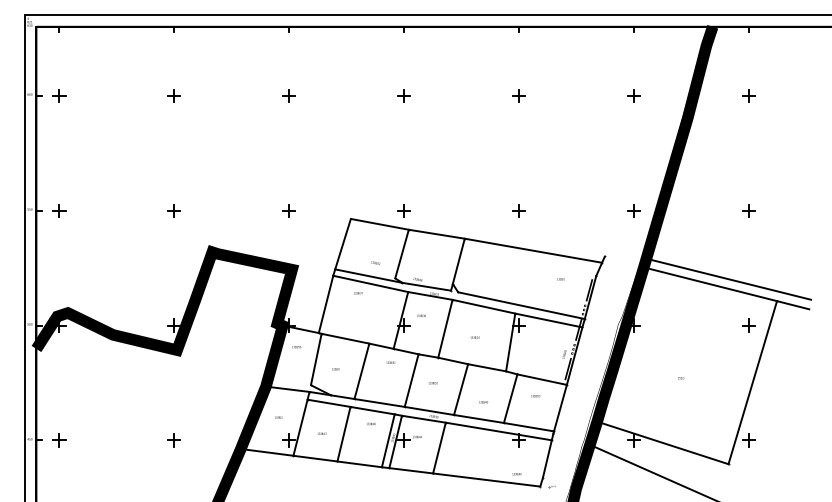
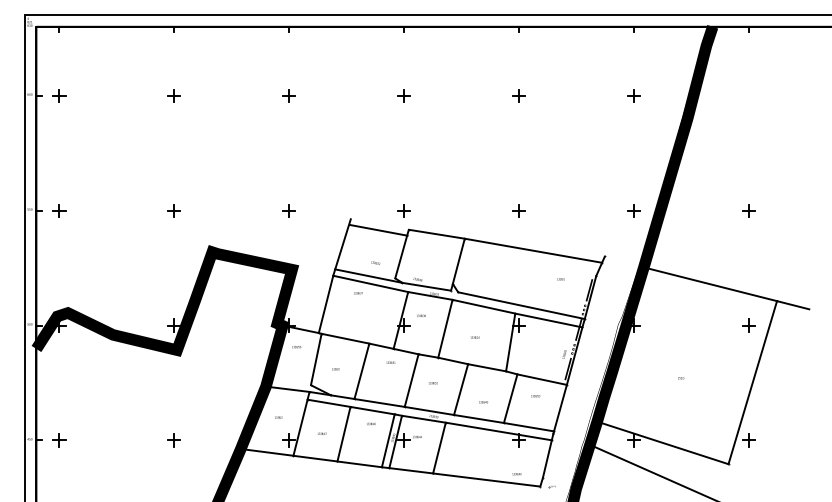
part at (748, 95): present -> none
line at (379, 224) position: (379, 224) -> (378, 230)
line at (728, 278): present -> none
